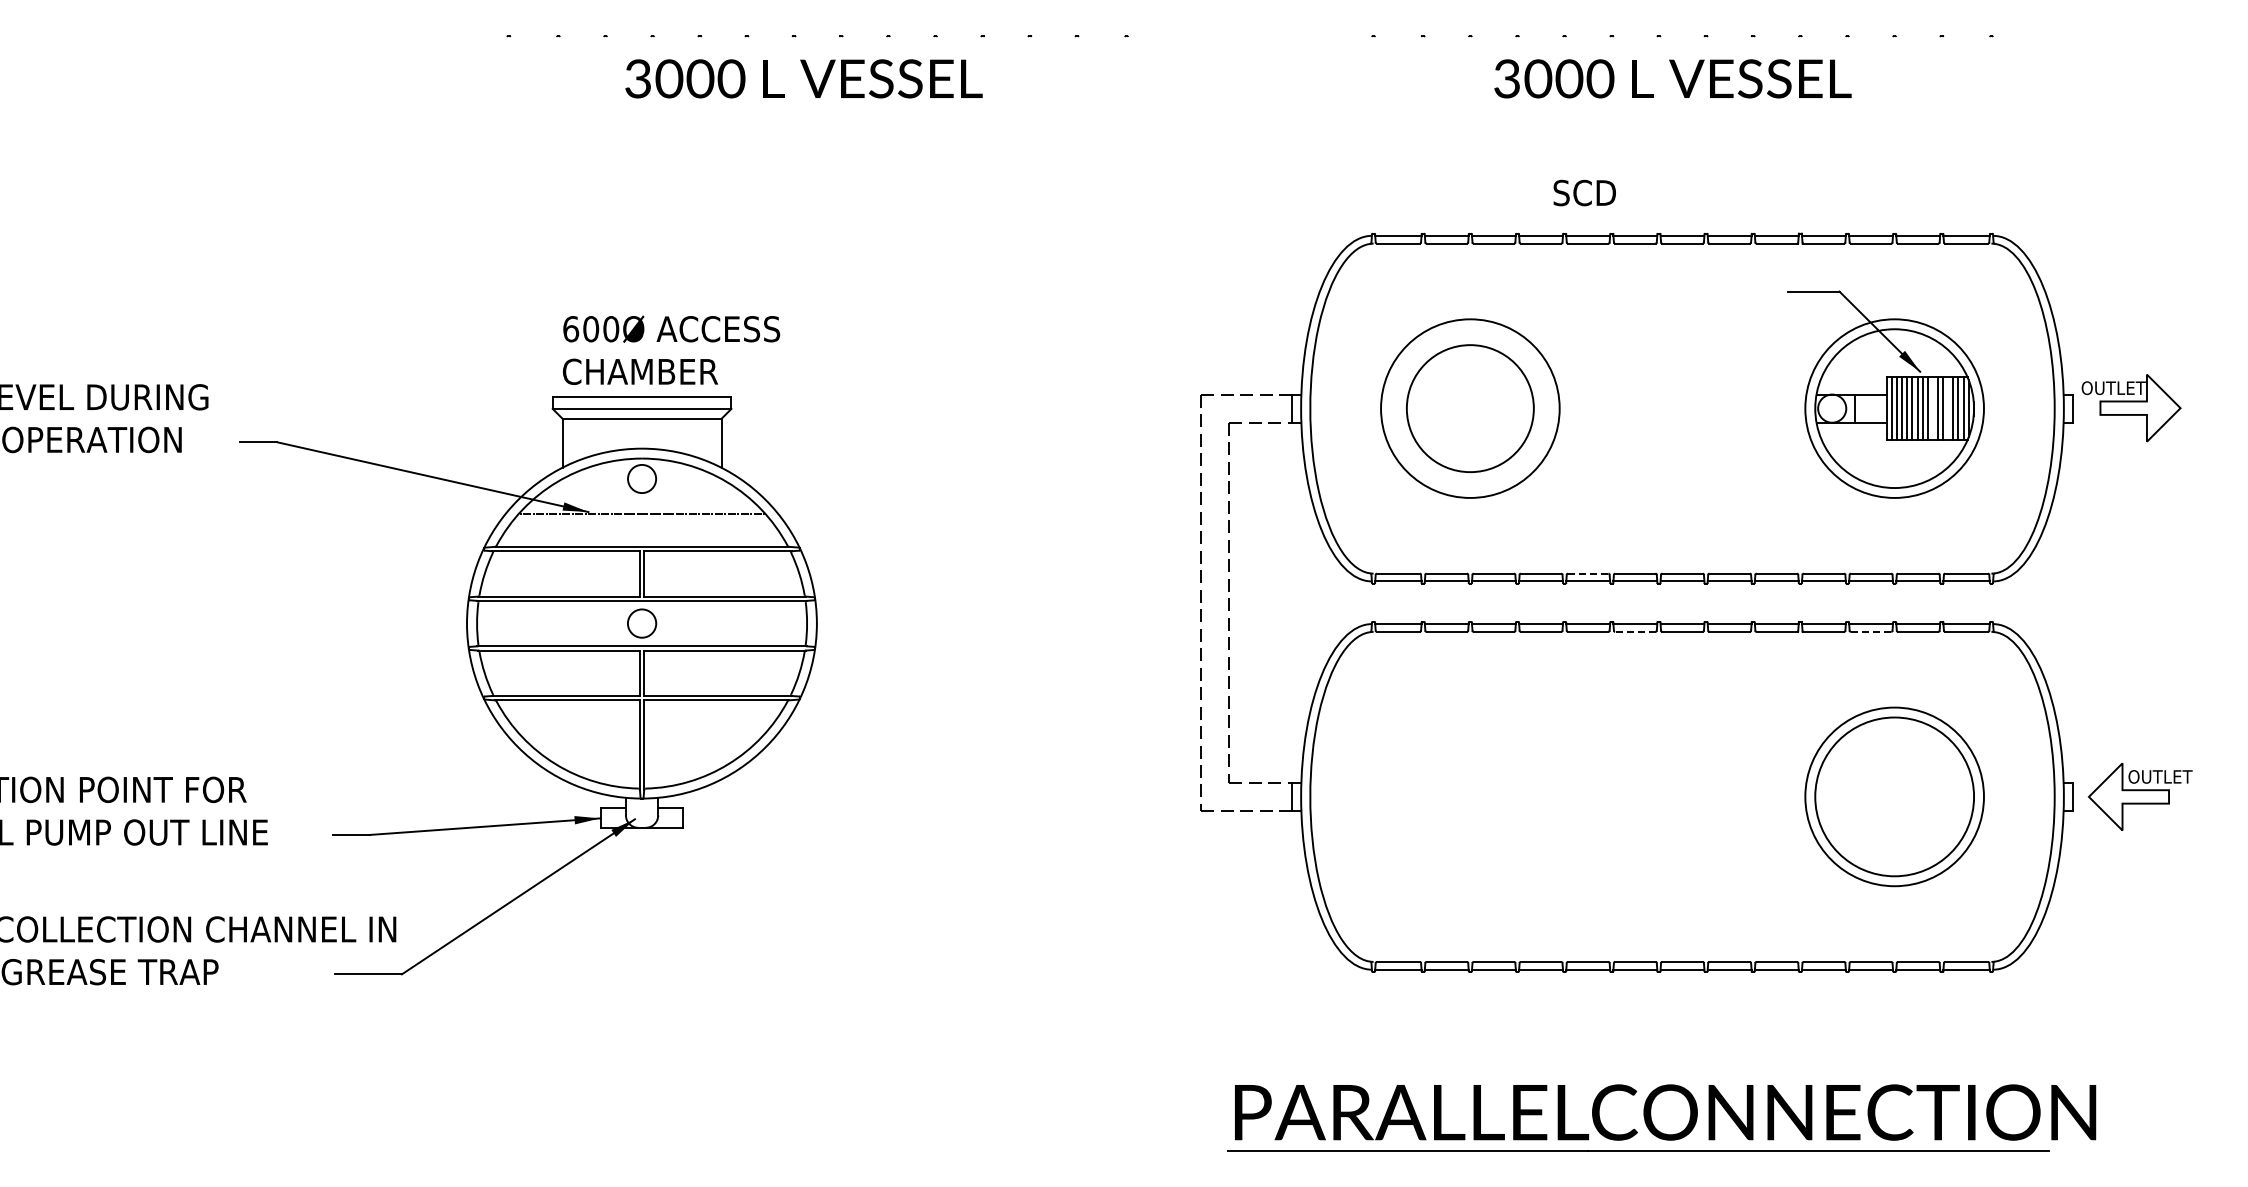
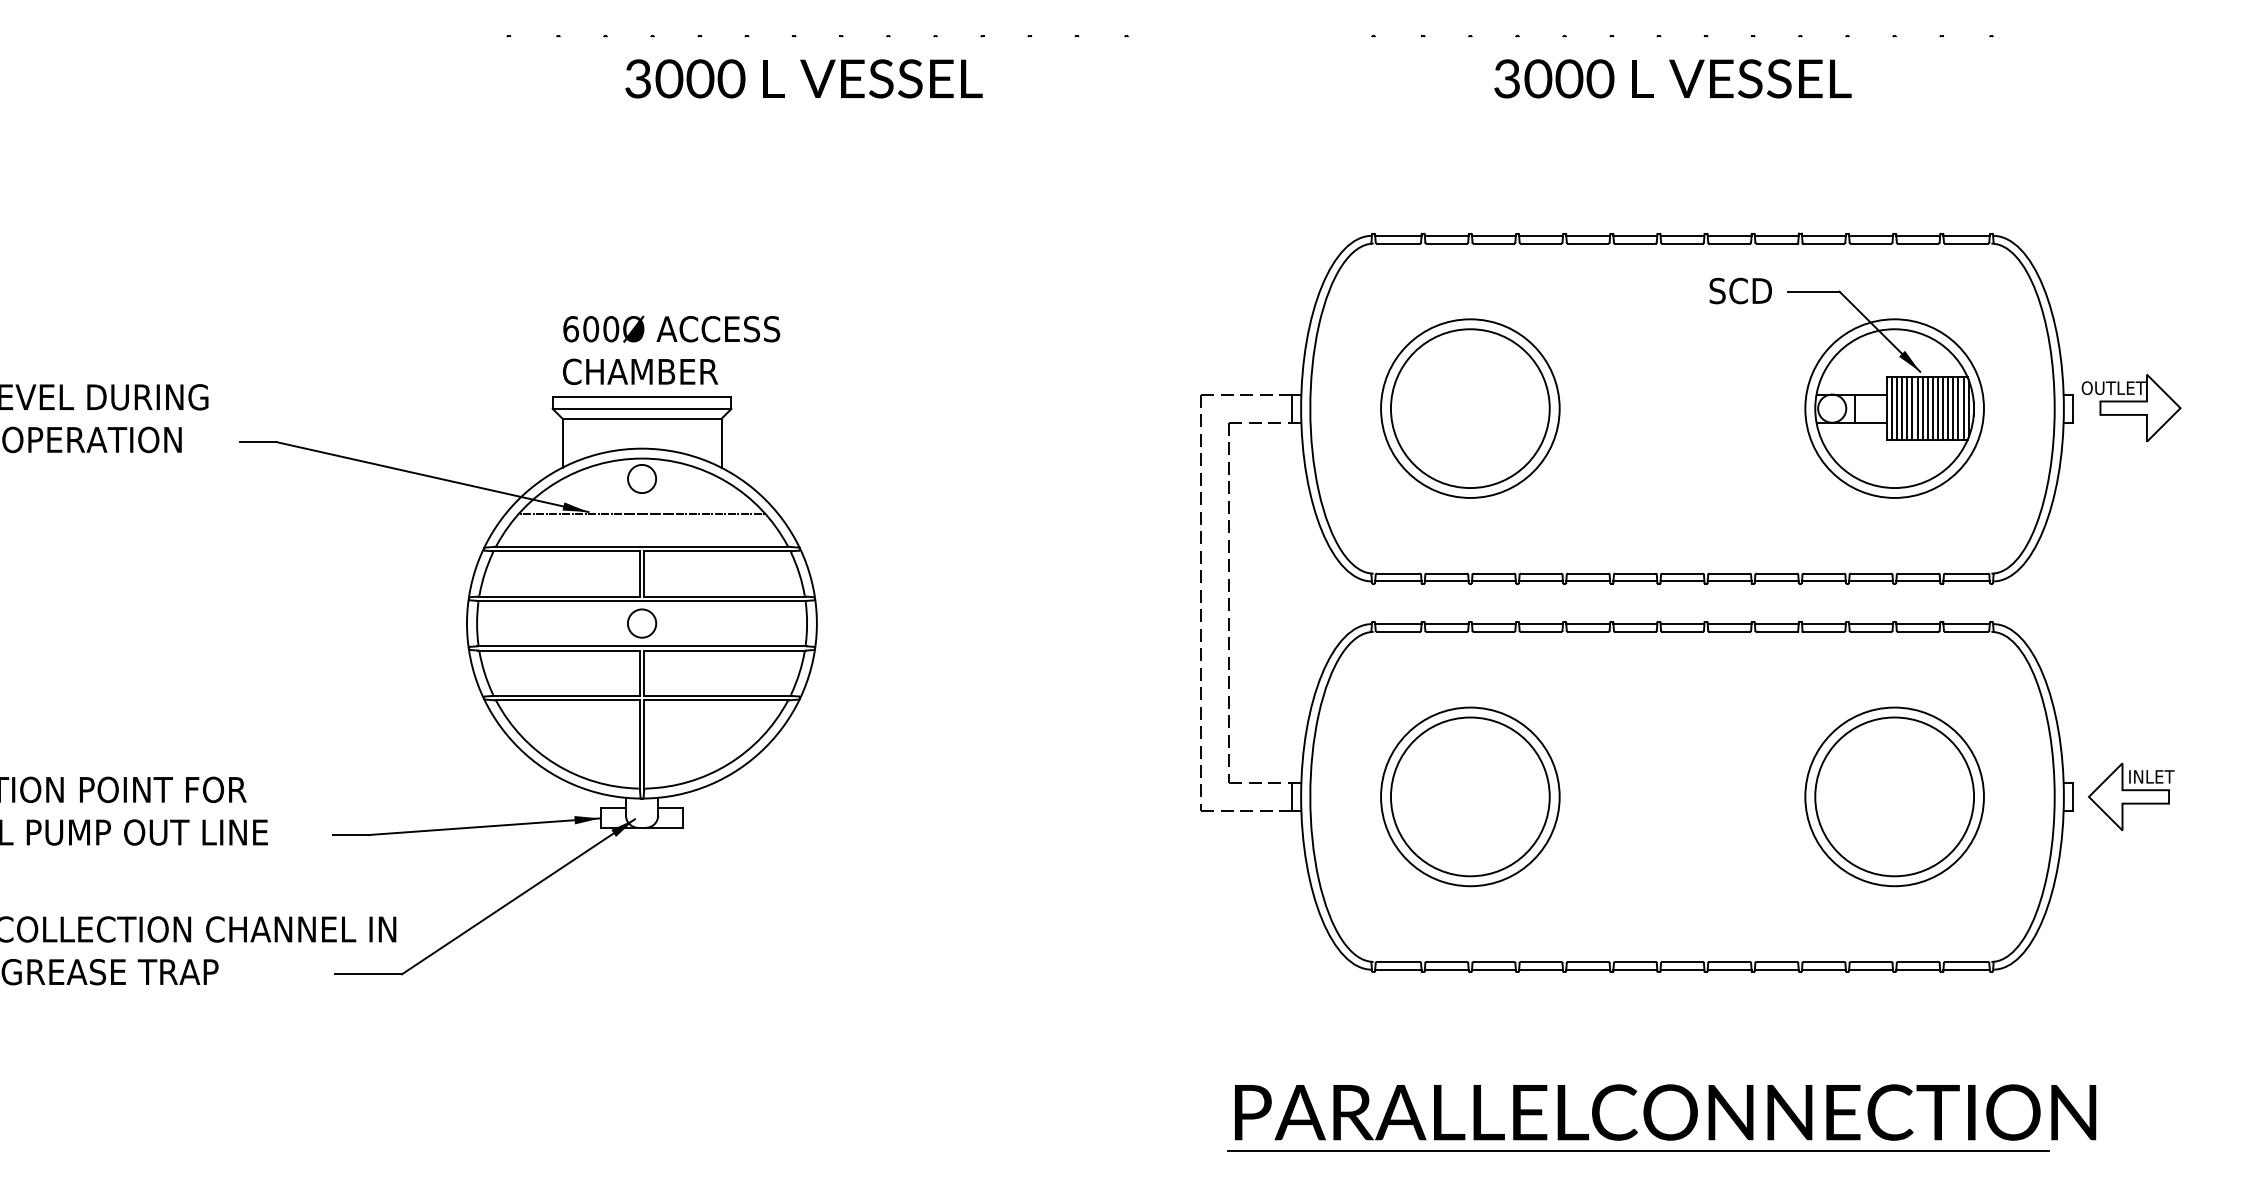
text at (1584, 192) position: (1584, 192) -> (1740, 290)
circle at (1469, 408) diameter: 127 px -> 159 px
line at (1932, 408): none -> present
line at (1948, 408): none -> present
line at (1587, 573): dashed -> solid
line at (1634, 631): dashed -> solid
line at (1870, 631): dashed -> solid
text at (2160, 776): OUTLET -> INLET
part at (1470, 796): none -> present
